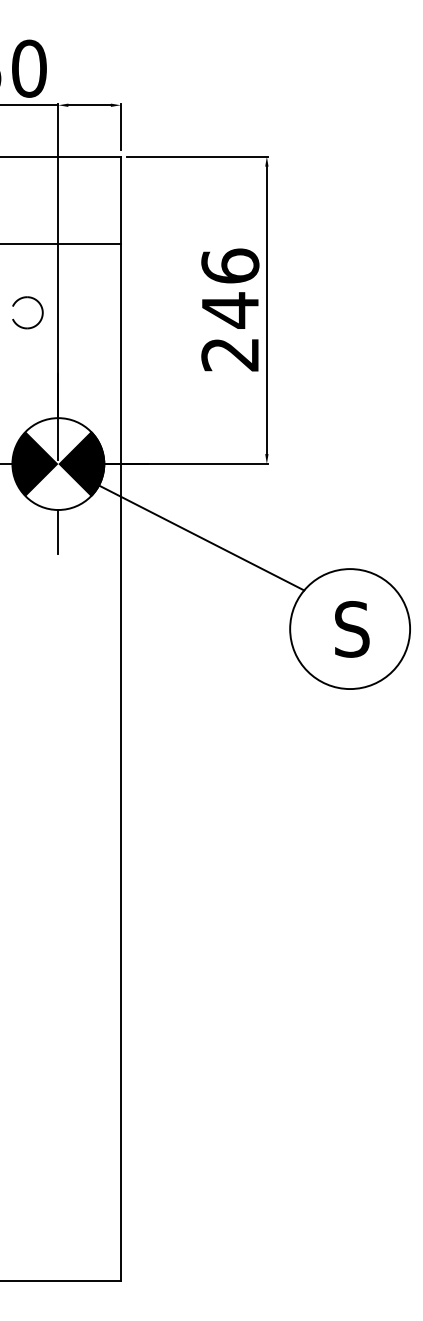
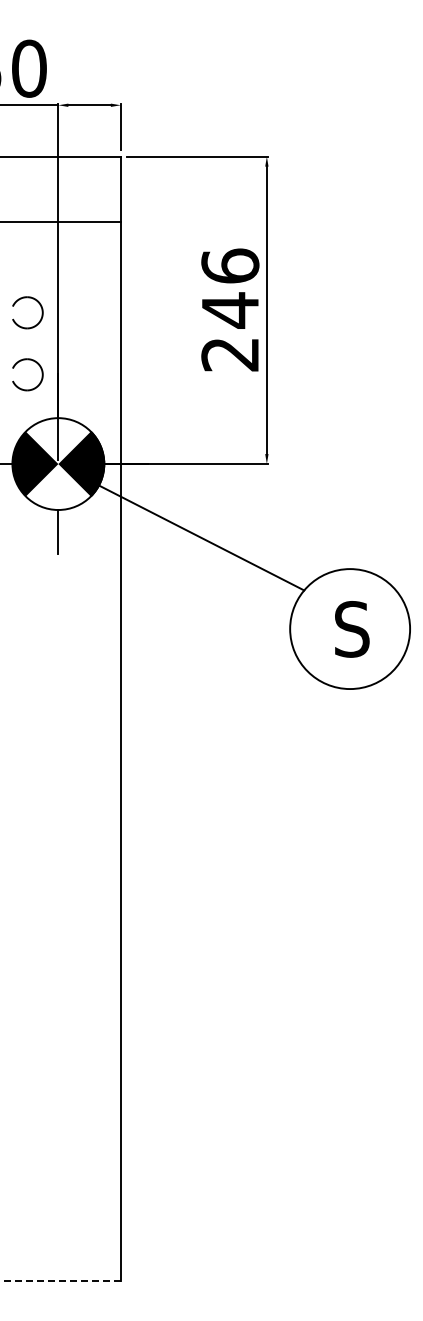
line at (61, 244) position: (61, 244) -> (61, 222)
part at (34, 362): none -> present
line at (60, 1281): solid -> dashed
